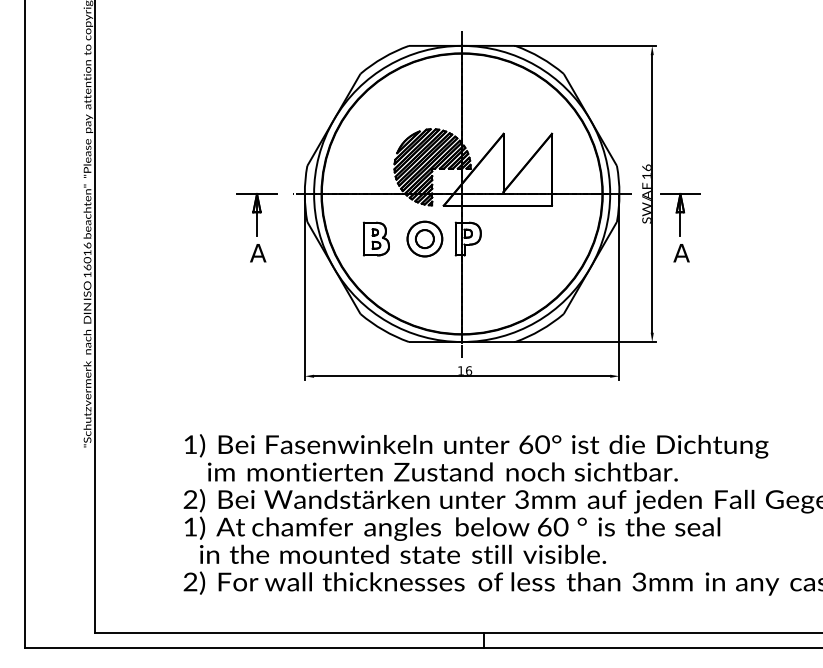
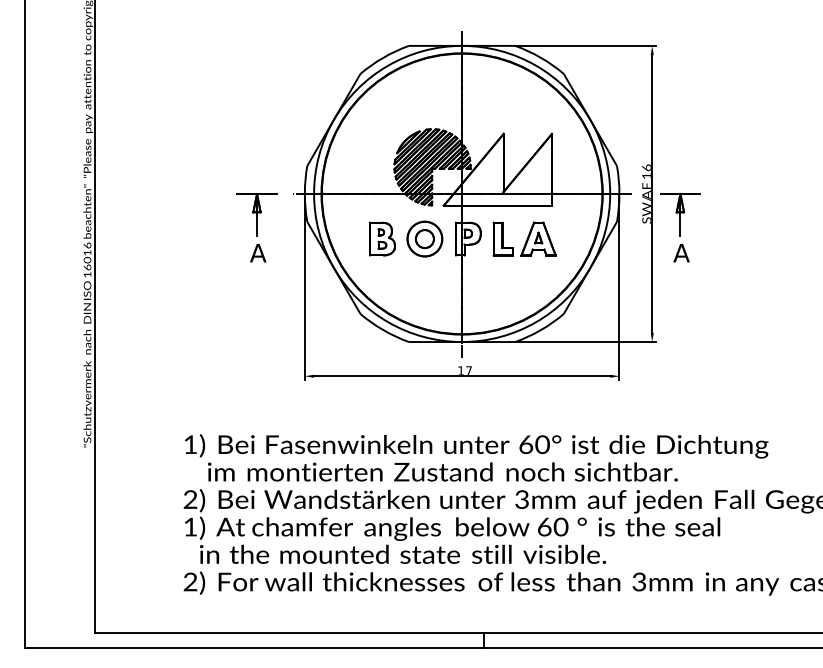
part at (376, 238) position: (376, 238) -> (382, 238)
part at (524, 238): none -> present
text at (469, 370): 16 -> 17
